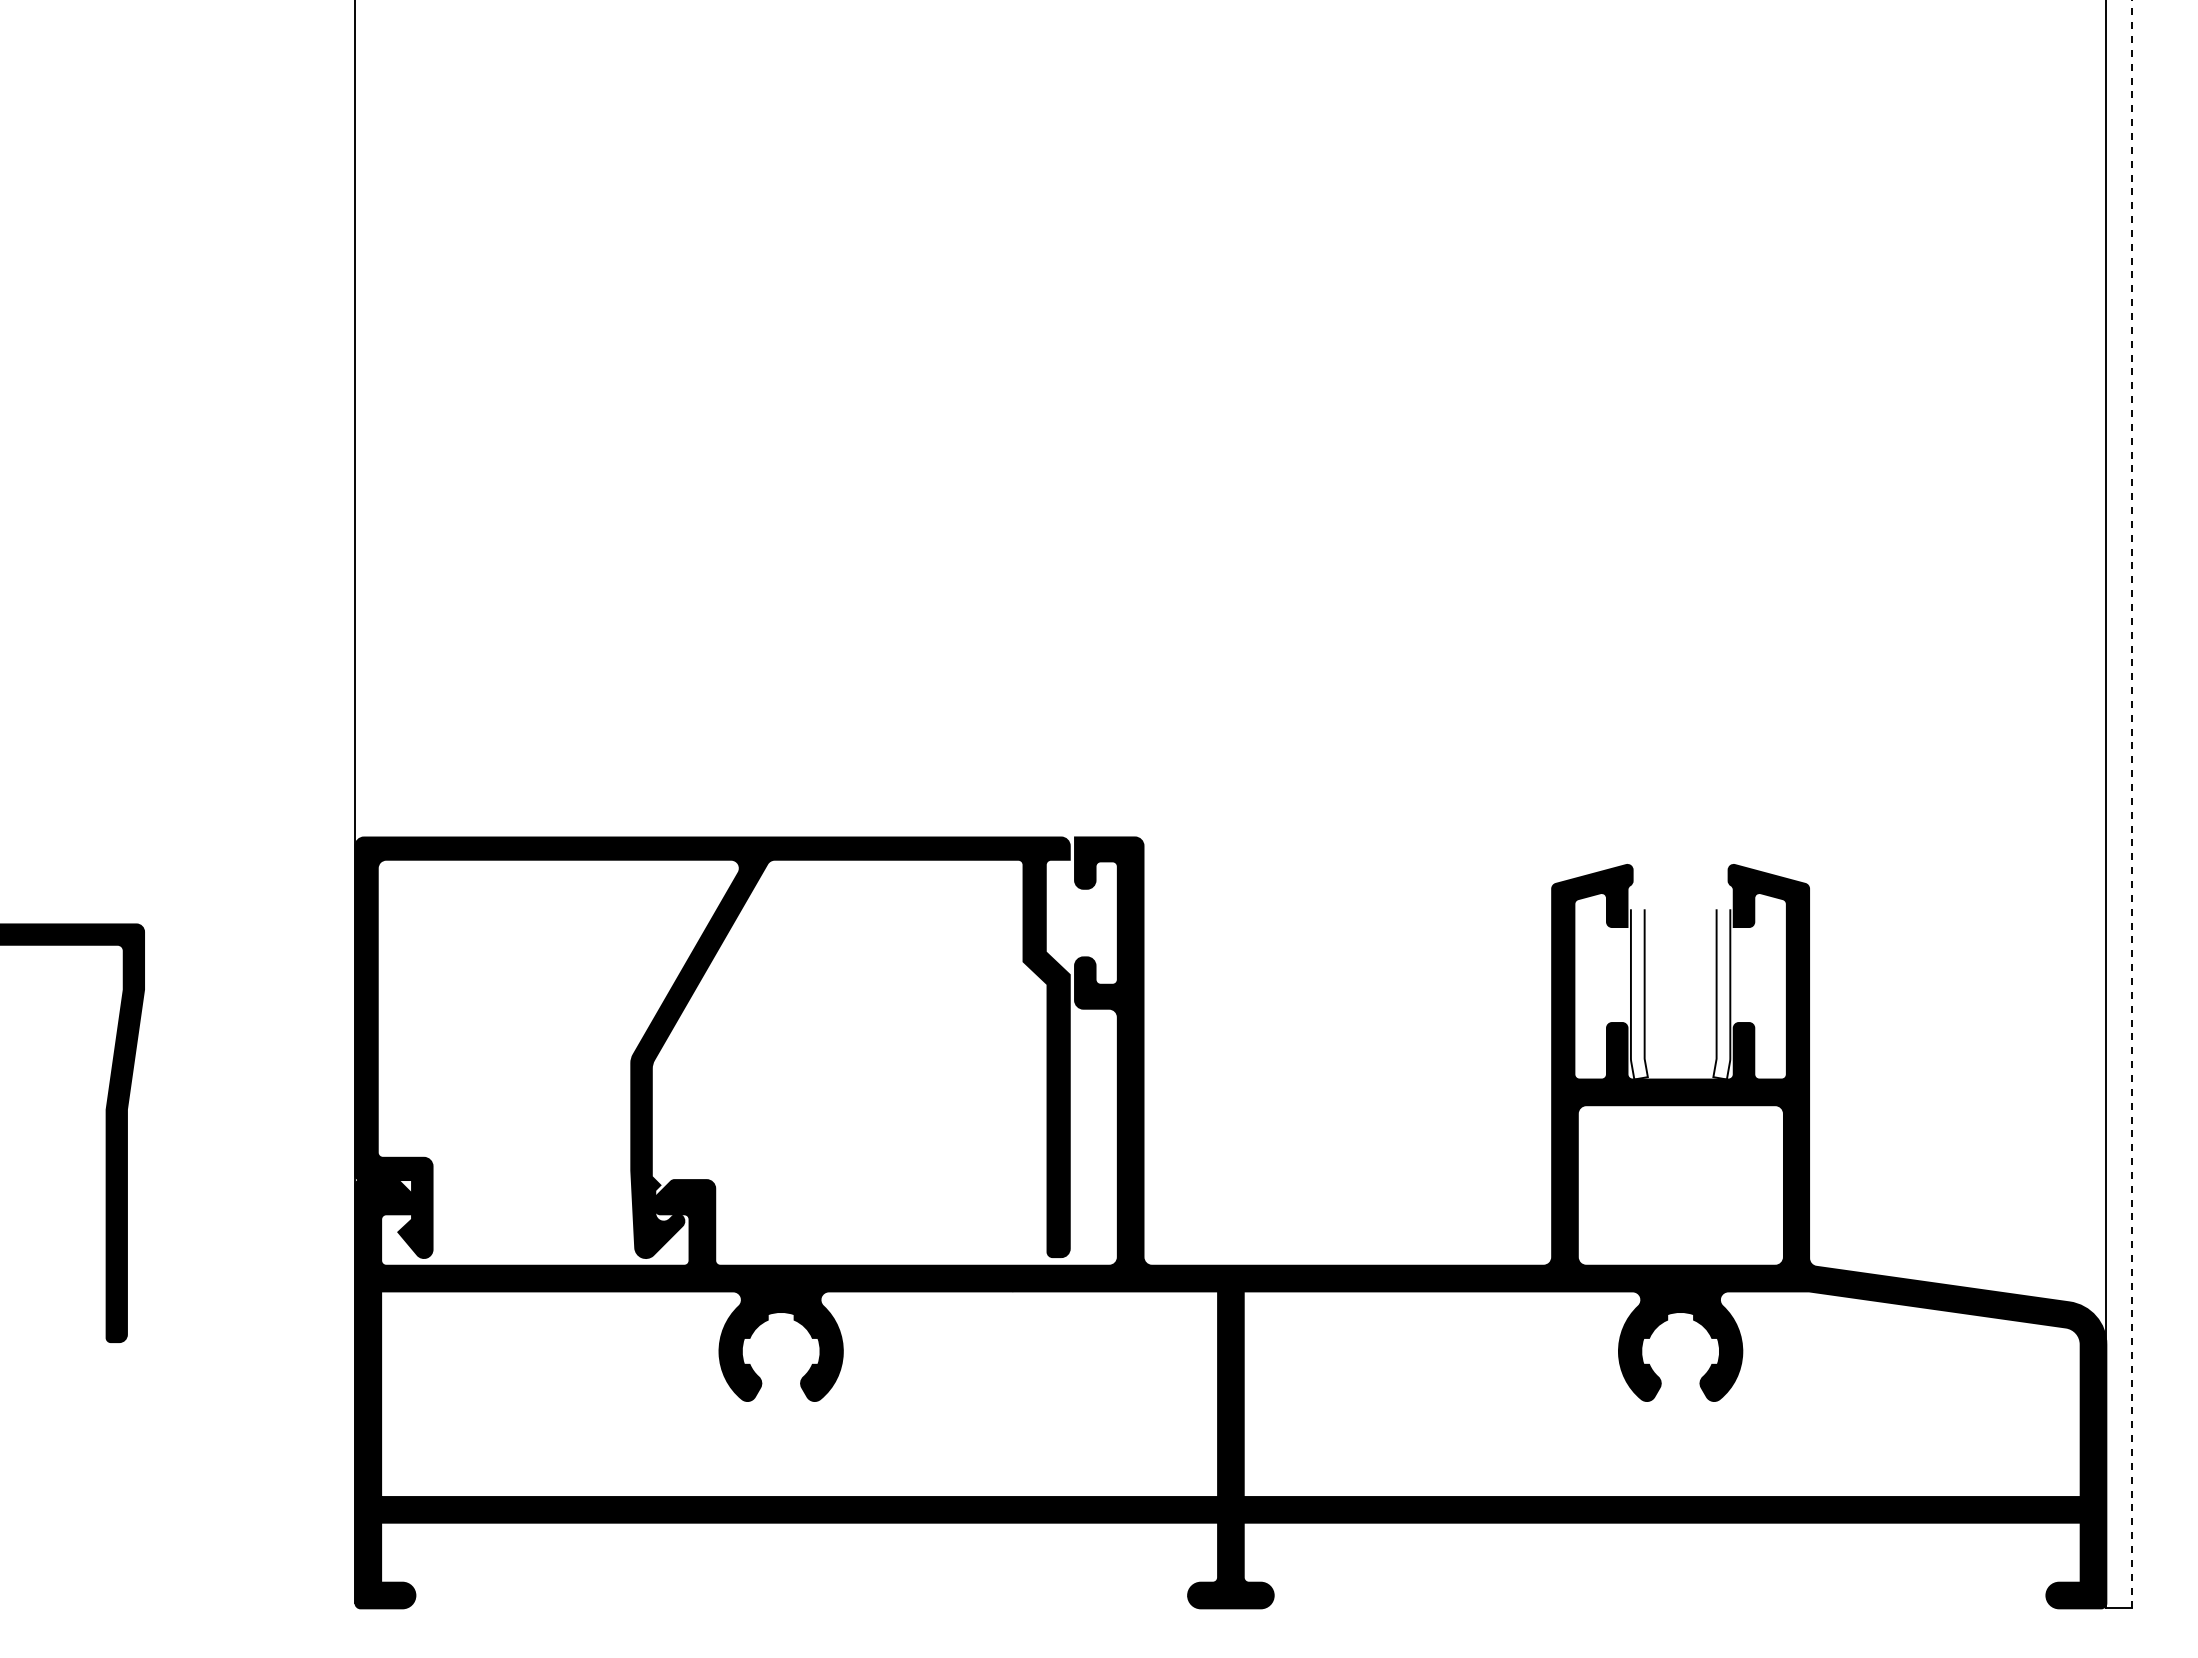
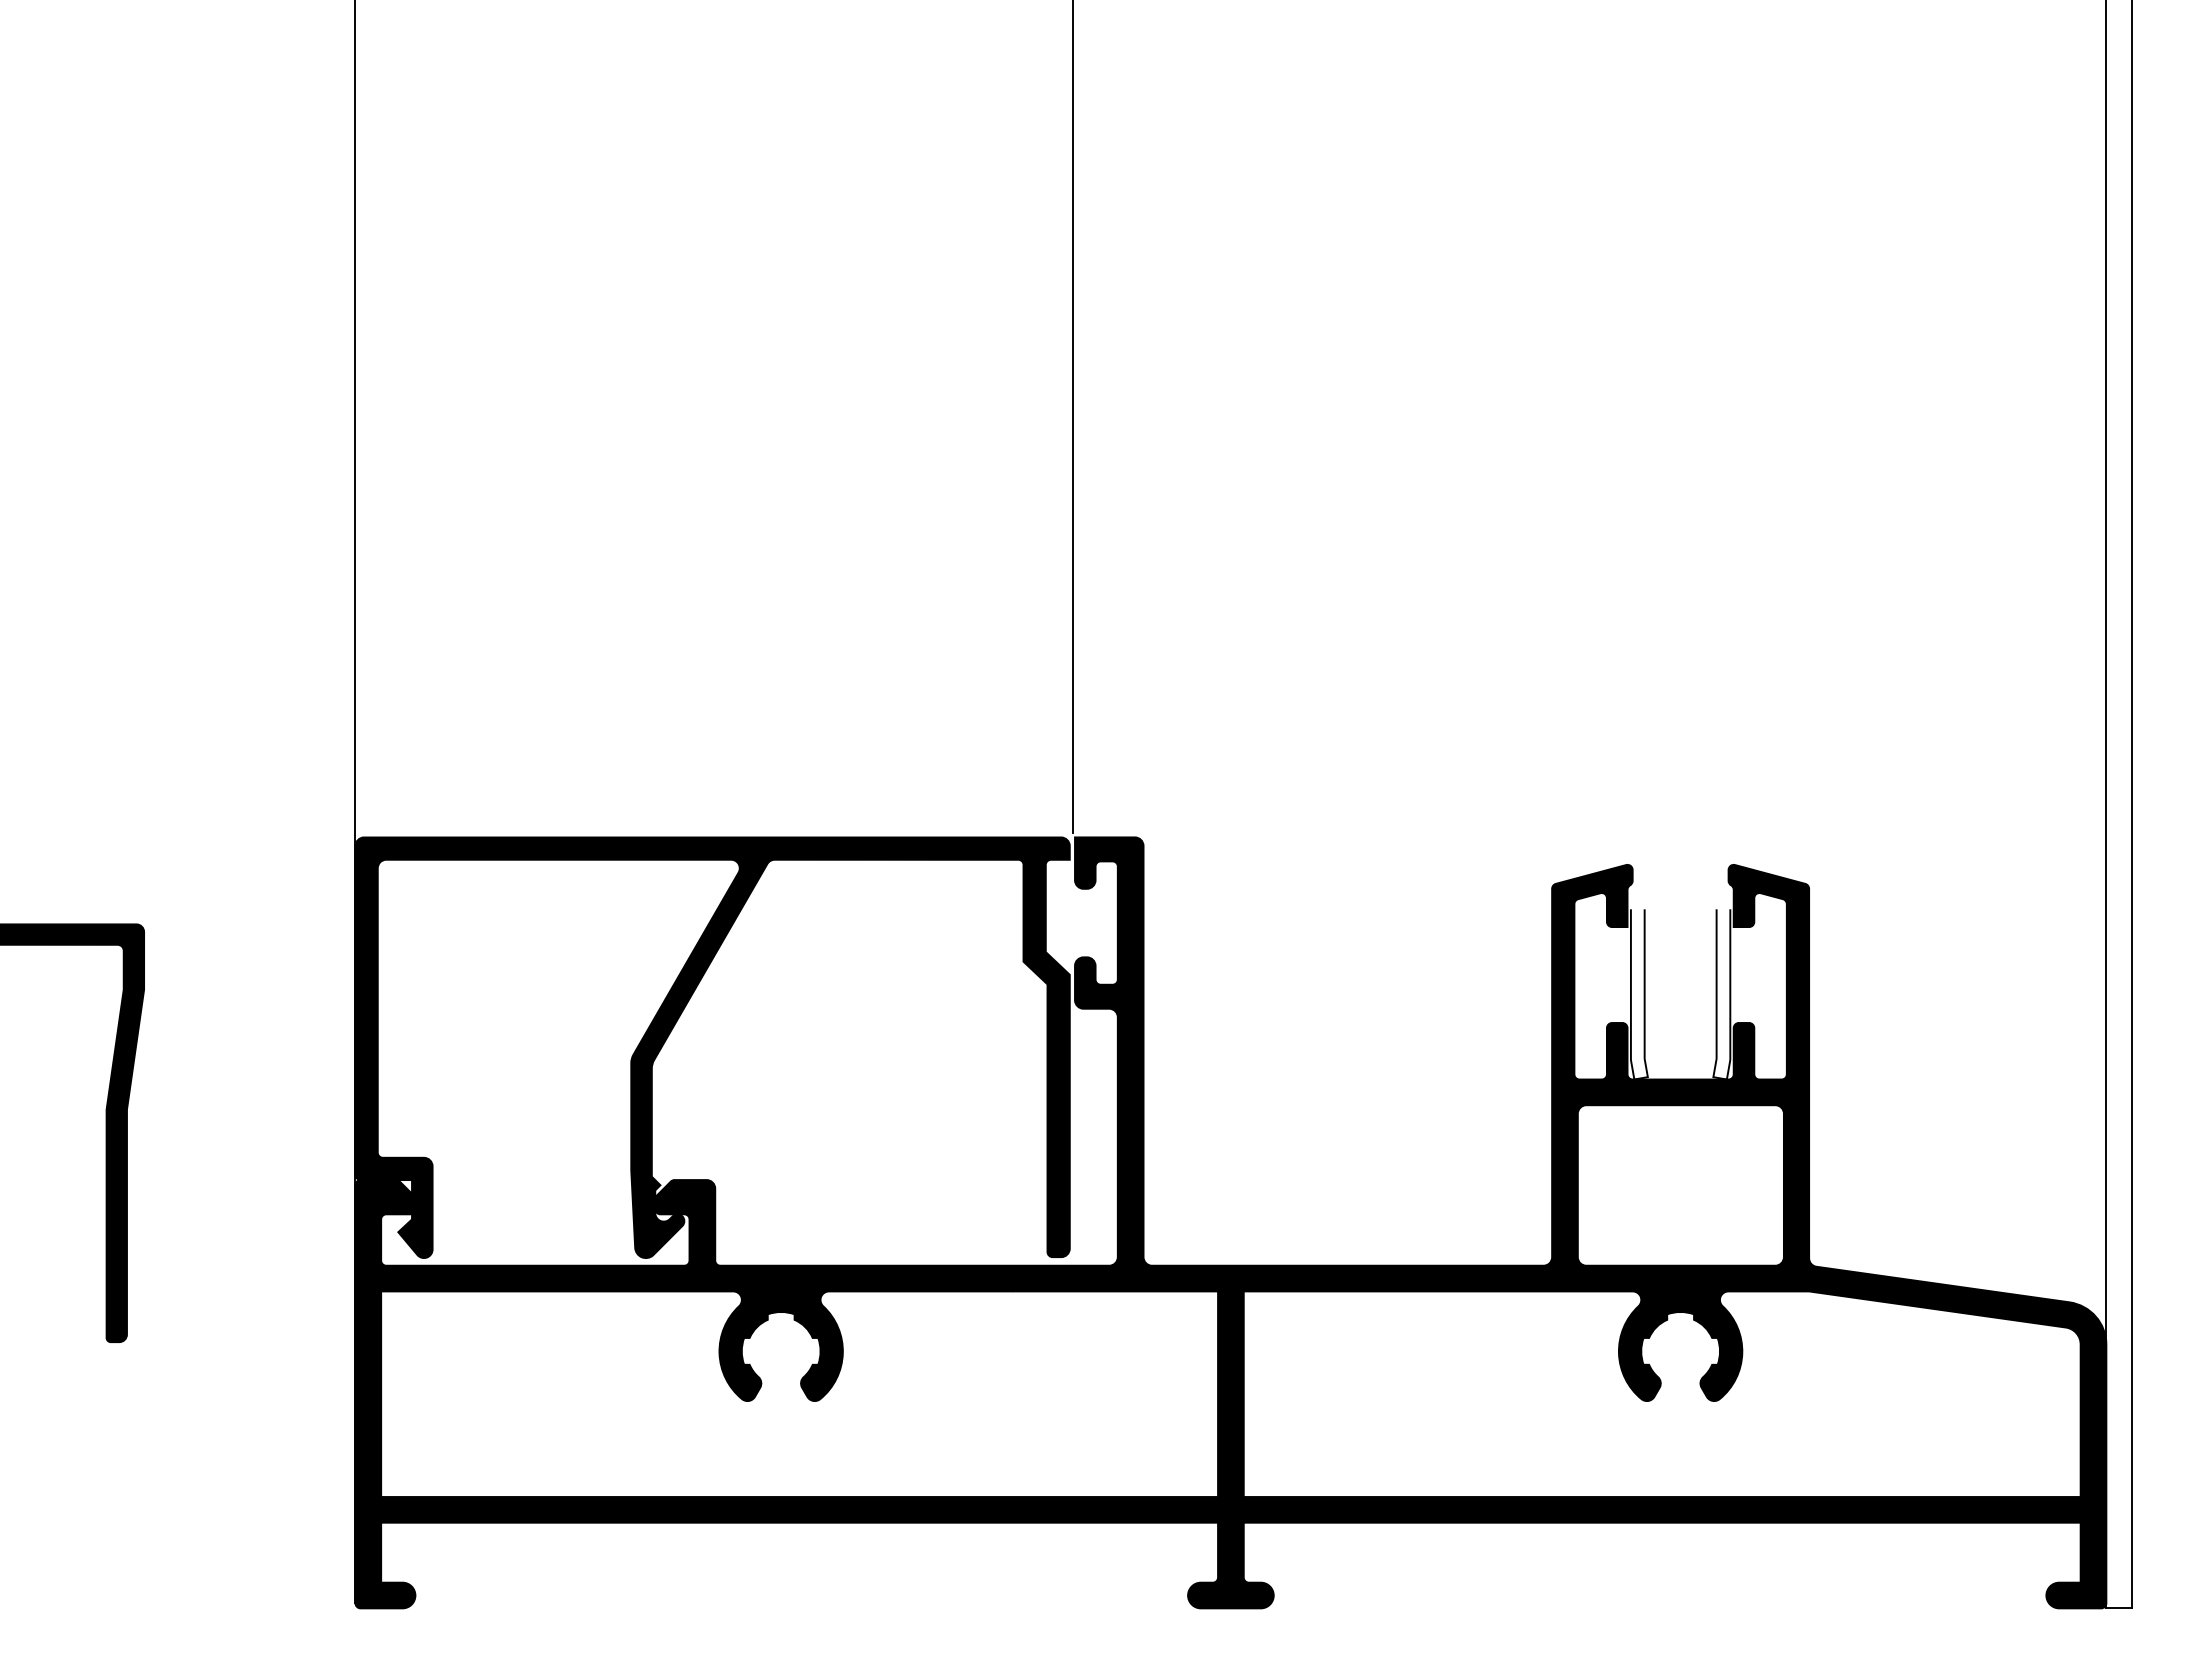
line at (1073, 417): none -> present
line at (2132, 804): dashed -> solid
